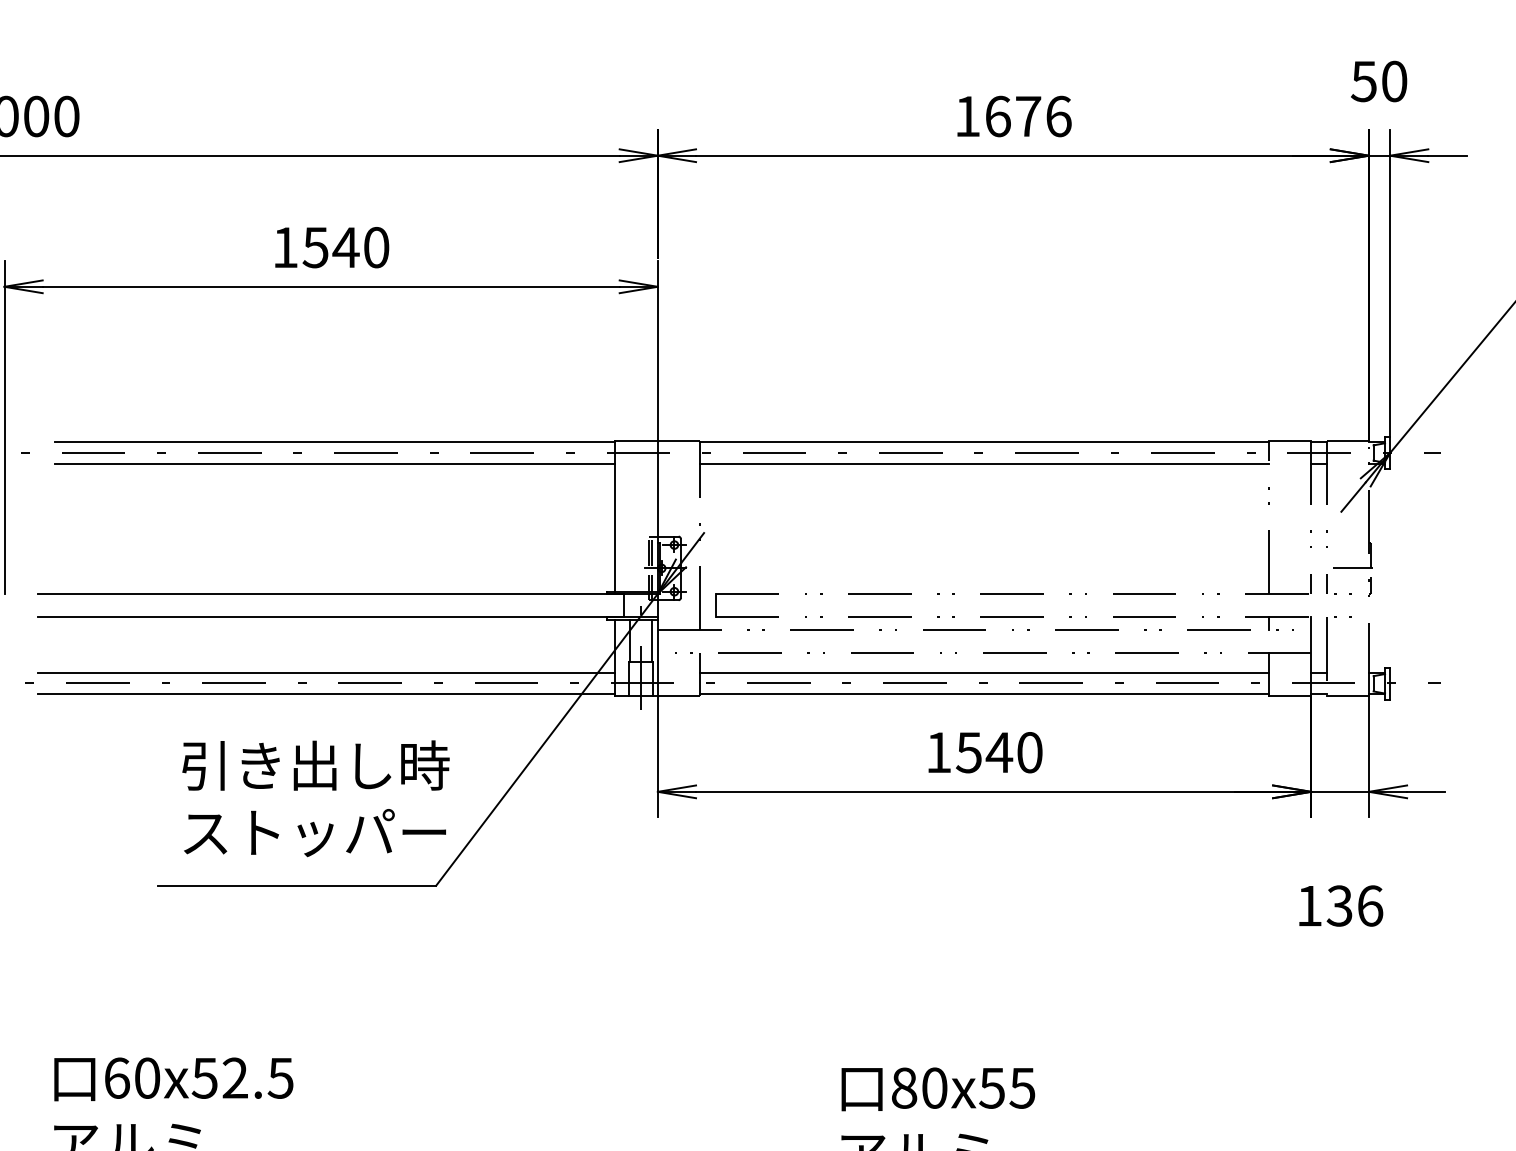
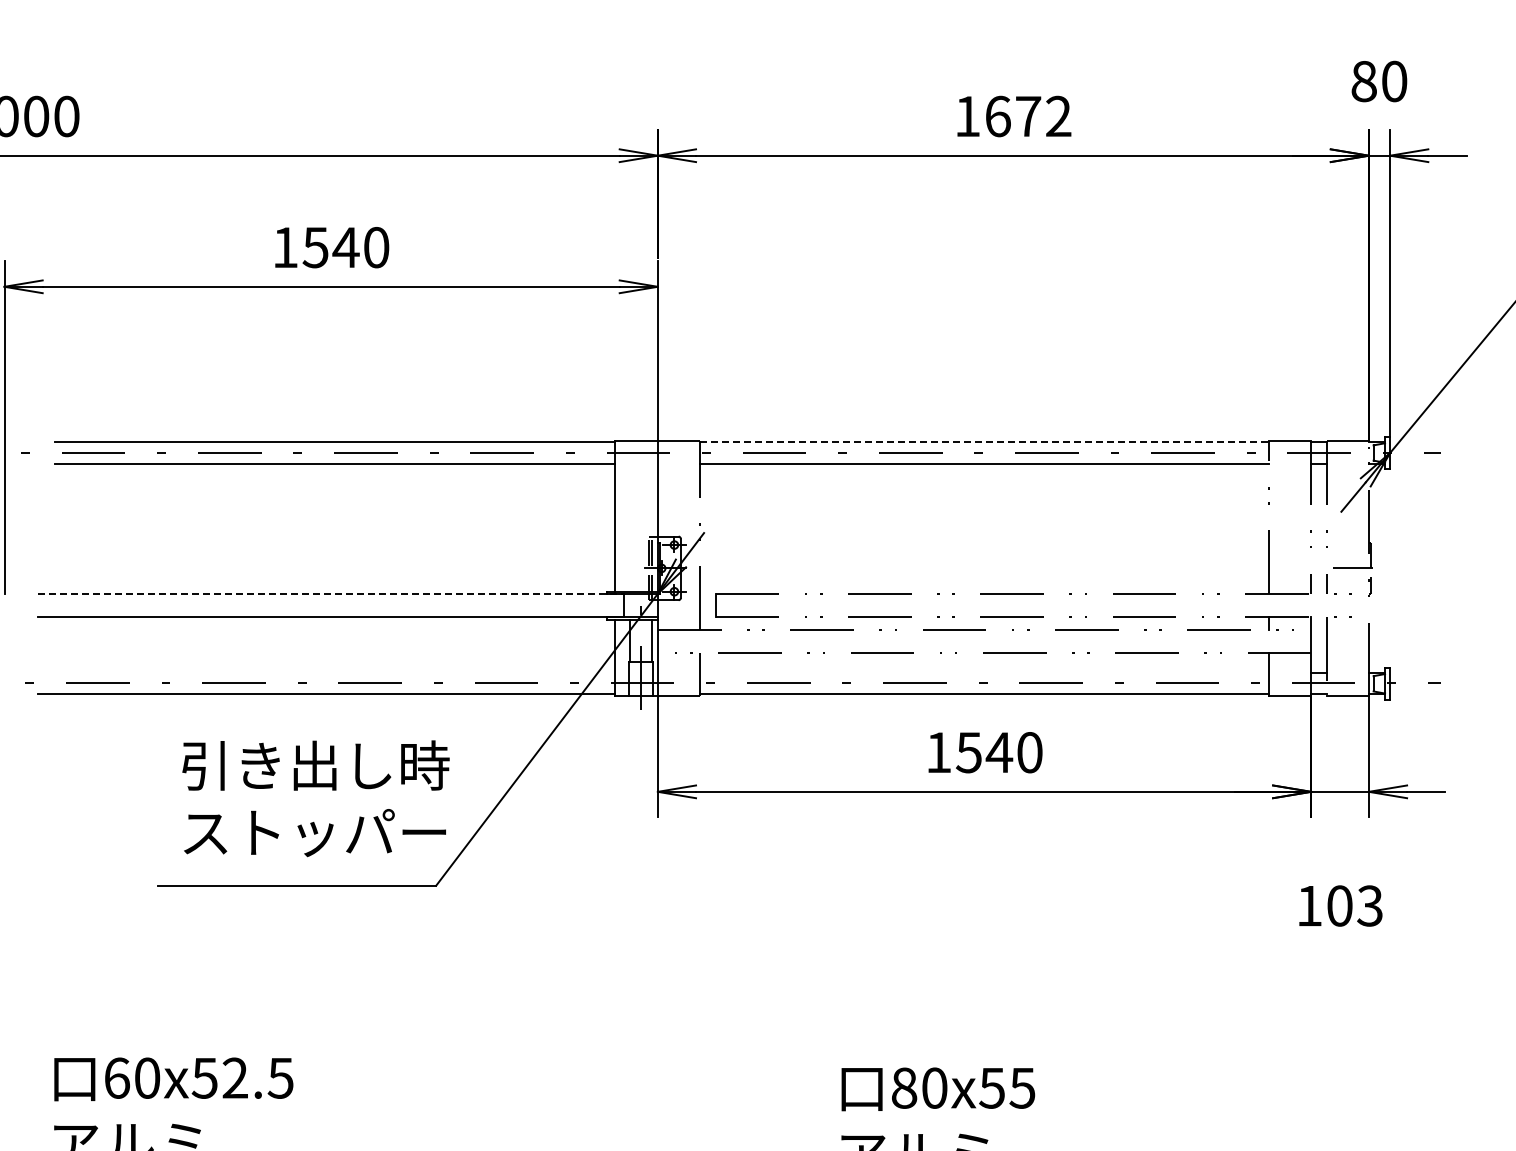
text at (1363, 81): 50 -> 80
text at (1058, 116): 1676 -> 1672
line at (985, 442): solid -> dashed
line at (331, 594): solid -> dashed
line at (326, 673): present -> none
line at (984, 673): present -> none
text at (1354, 905): 136 -> 103
